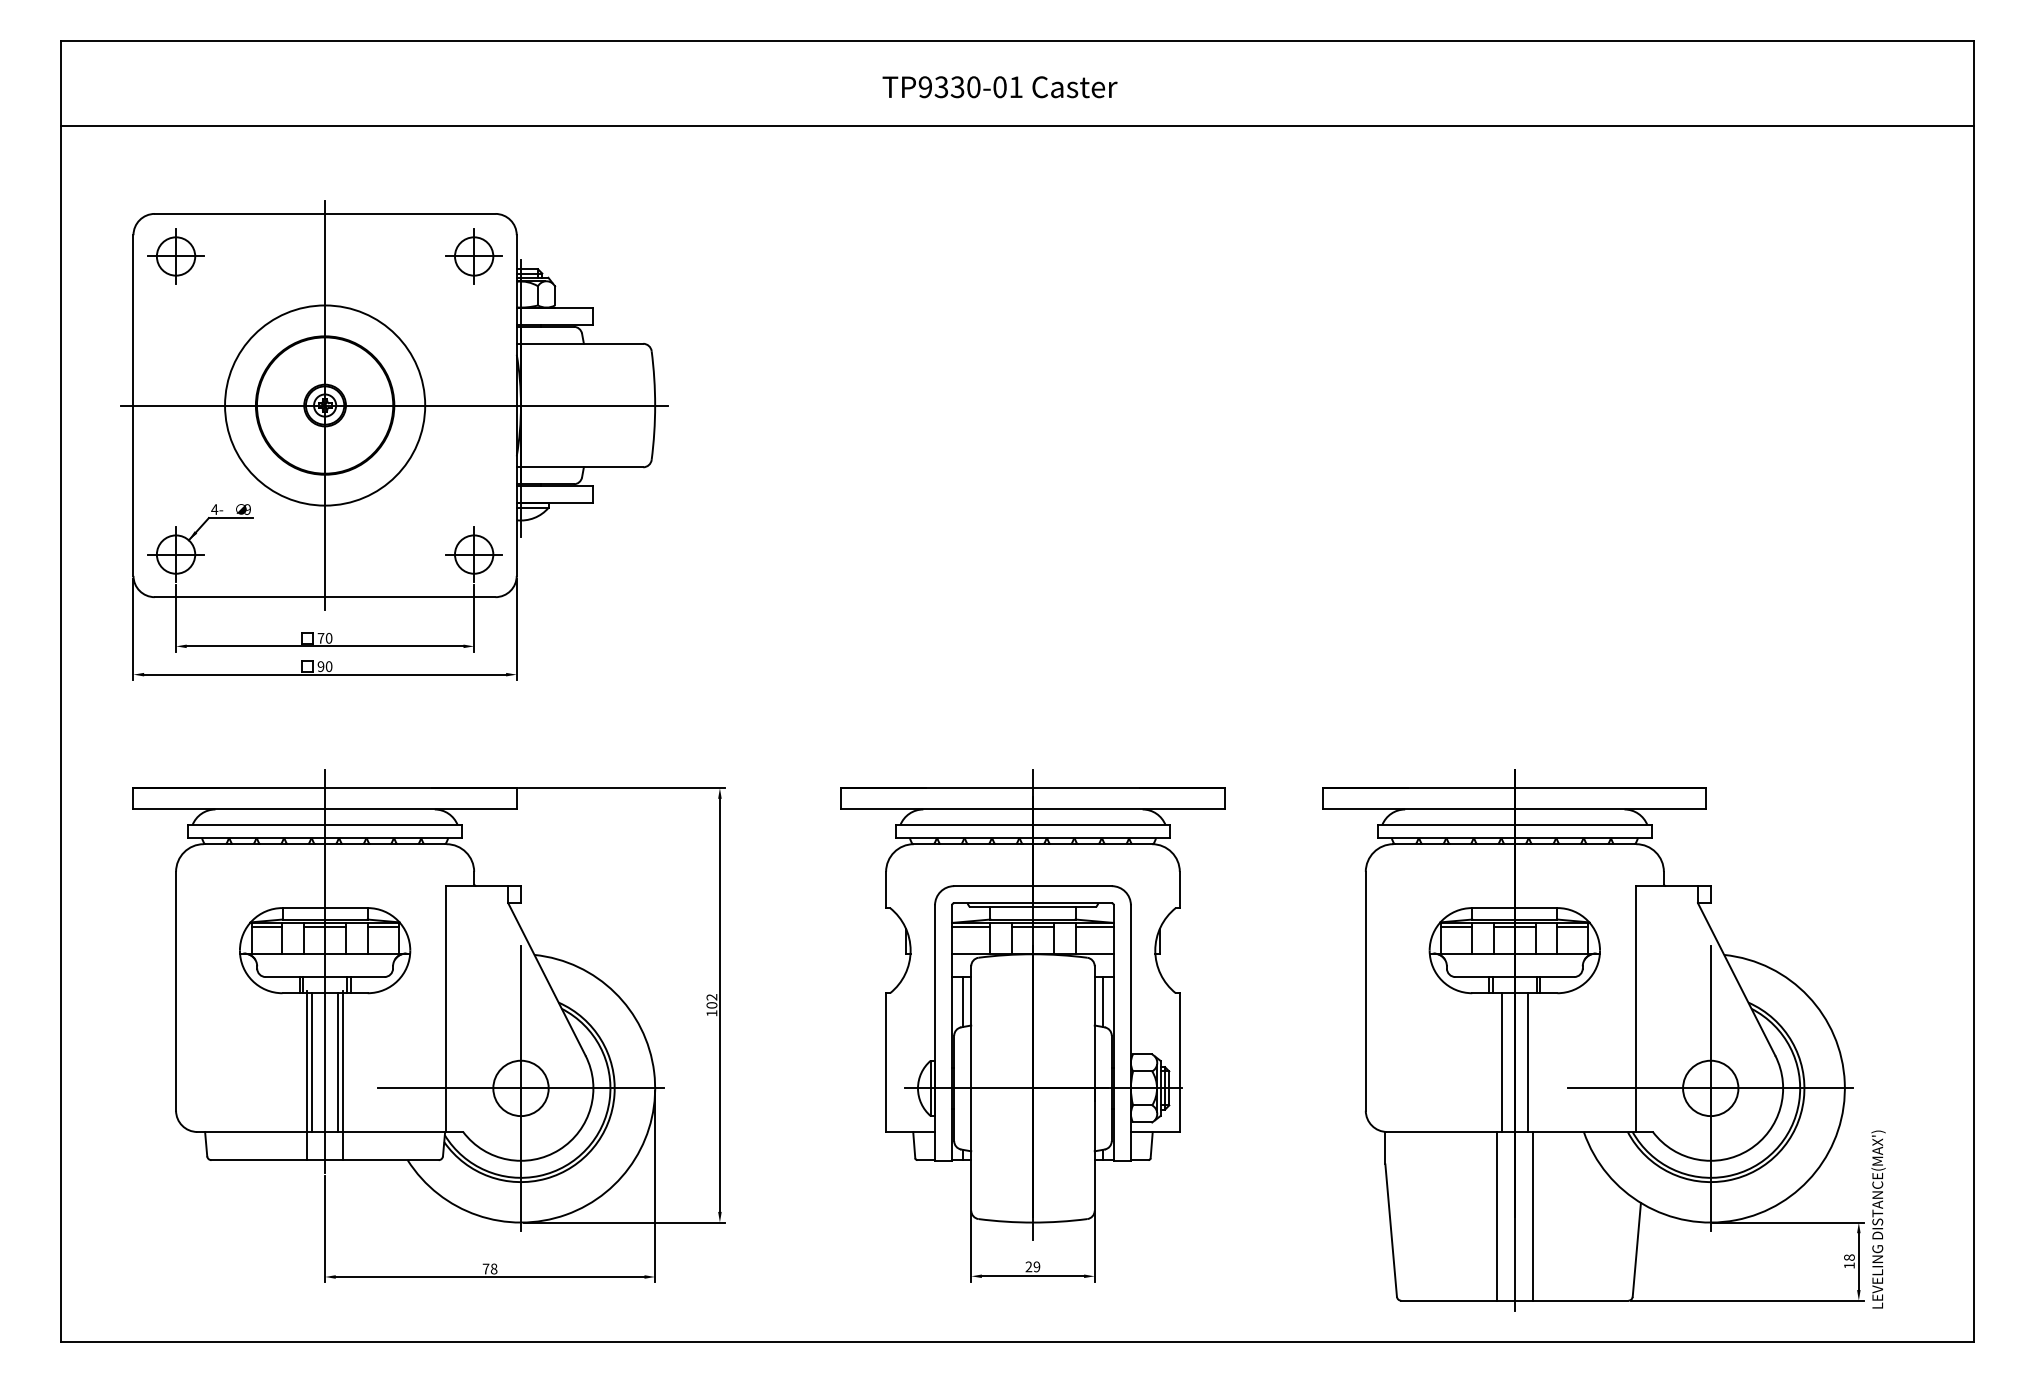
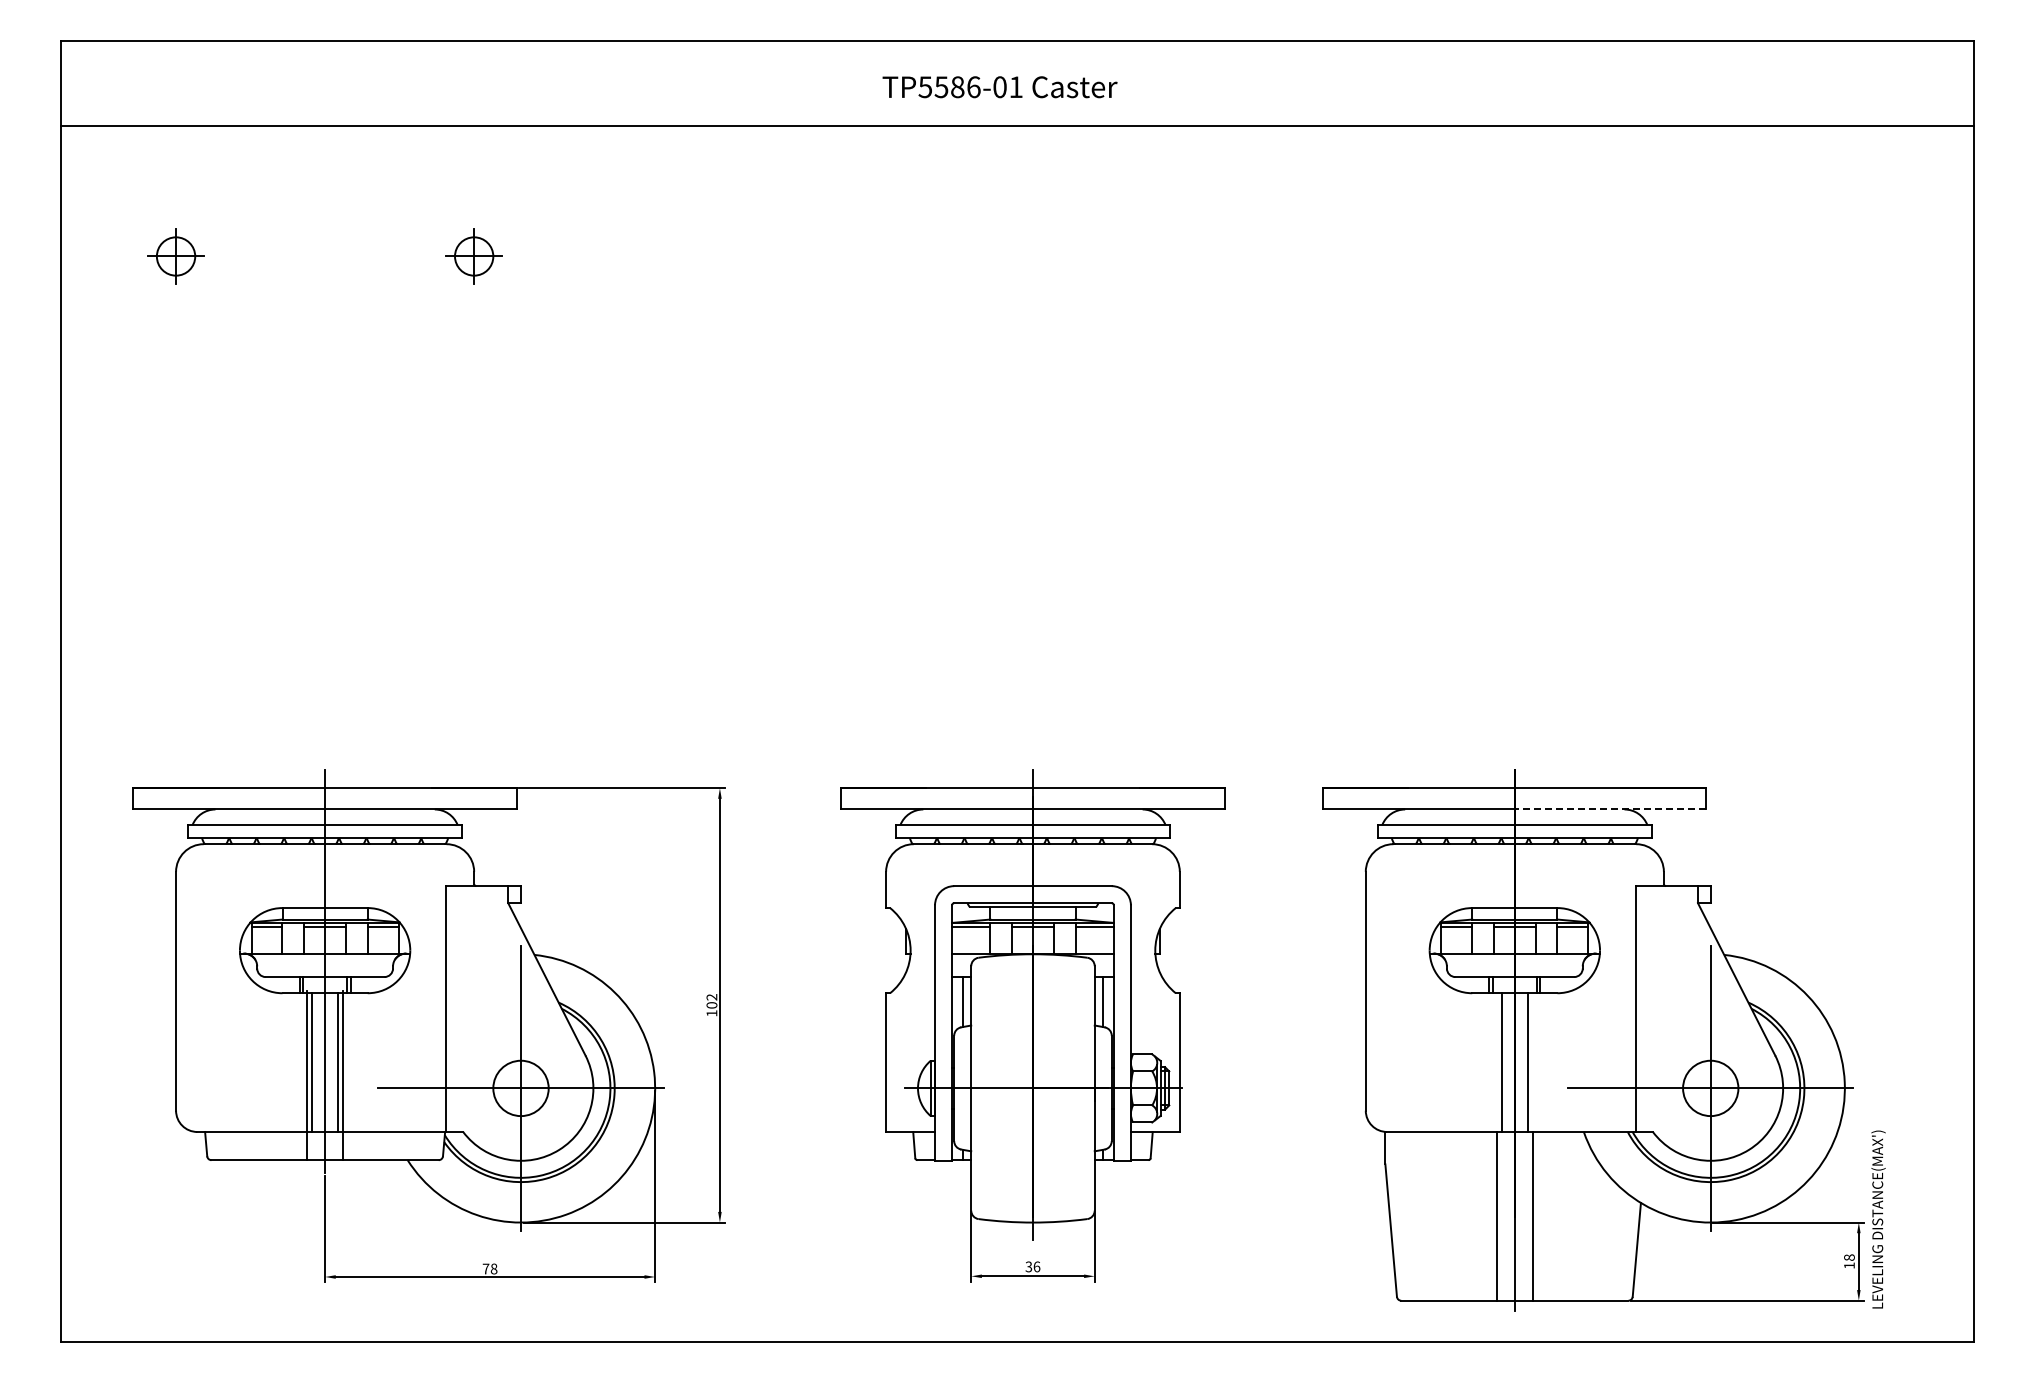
text at (949, 87): TP9330-01 -> TP5586-01
part at (394, 440): present -> none
line at (1610, 809): solid -> dashed
text at (1032, 1266): 29 -> 36
